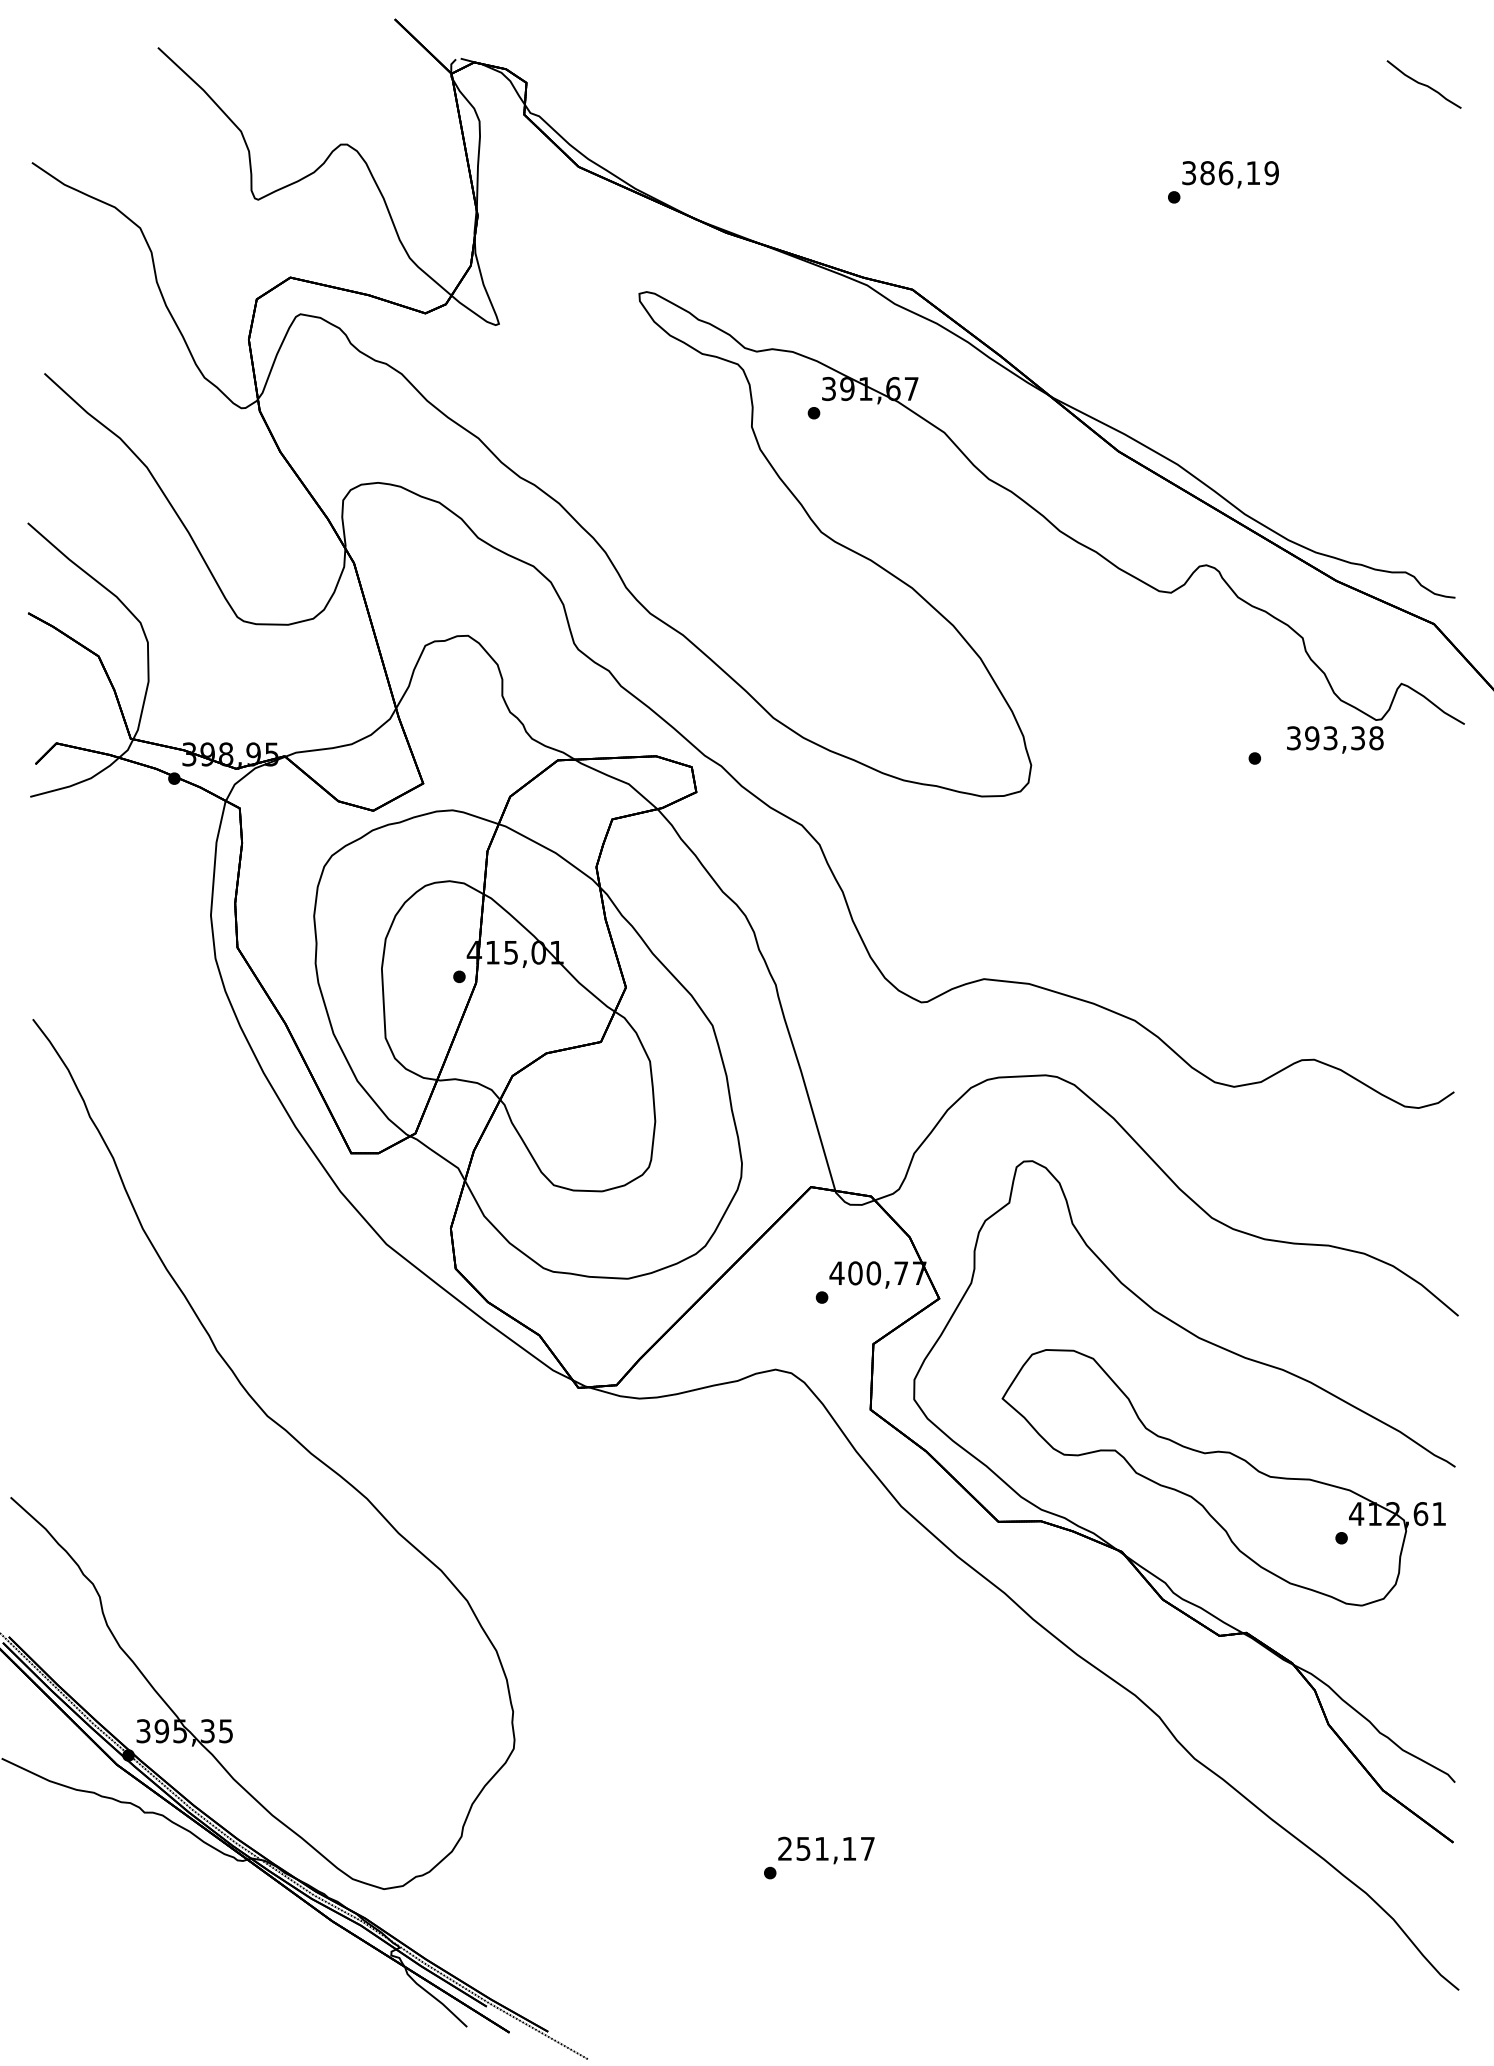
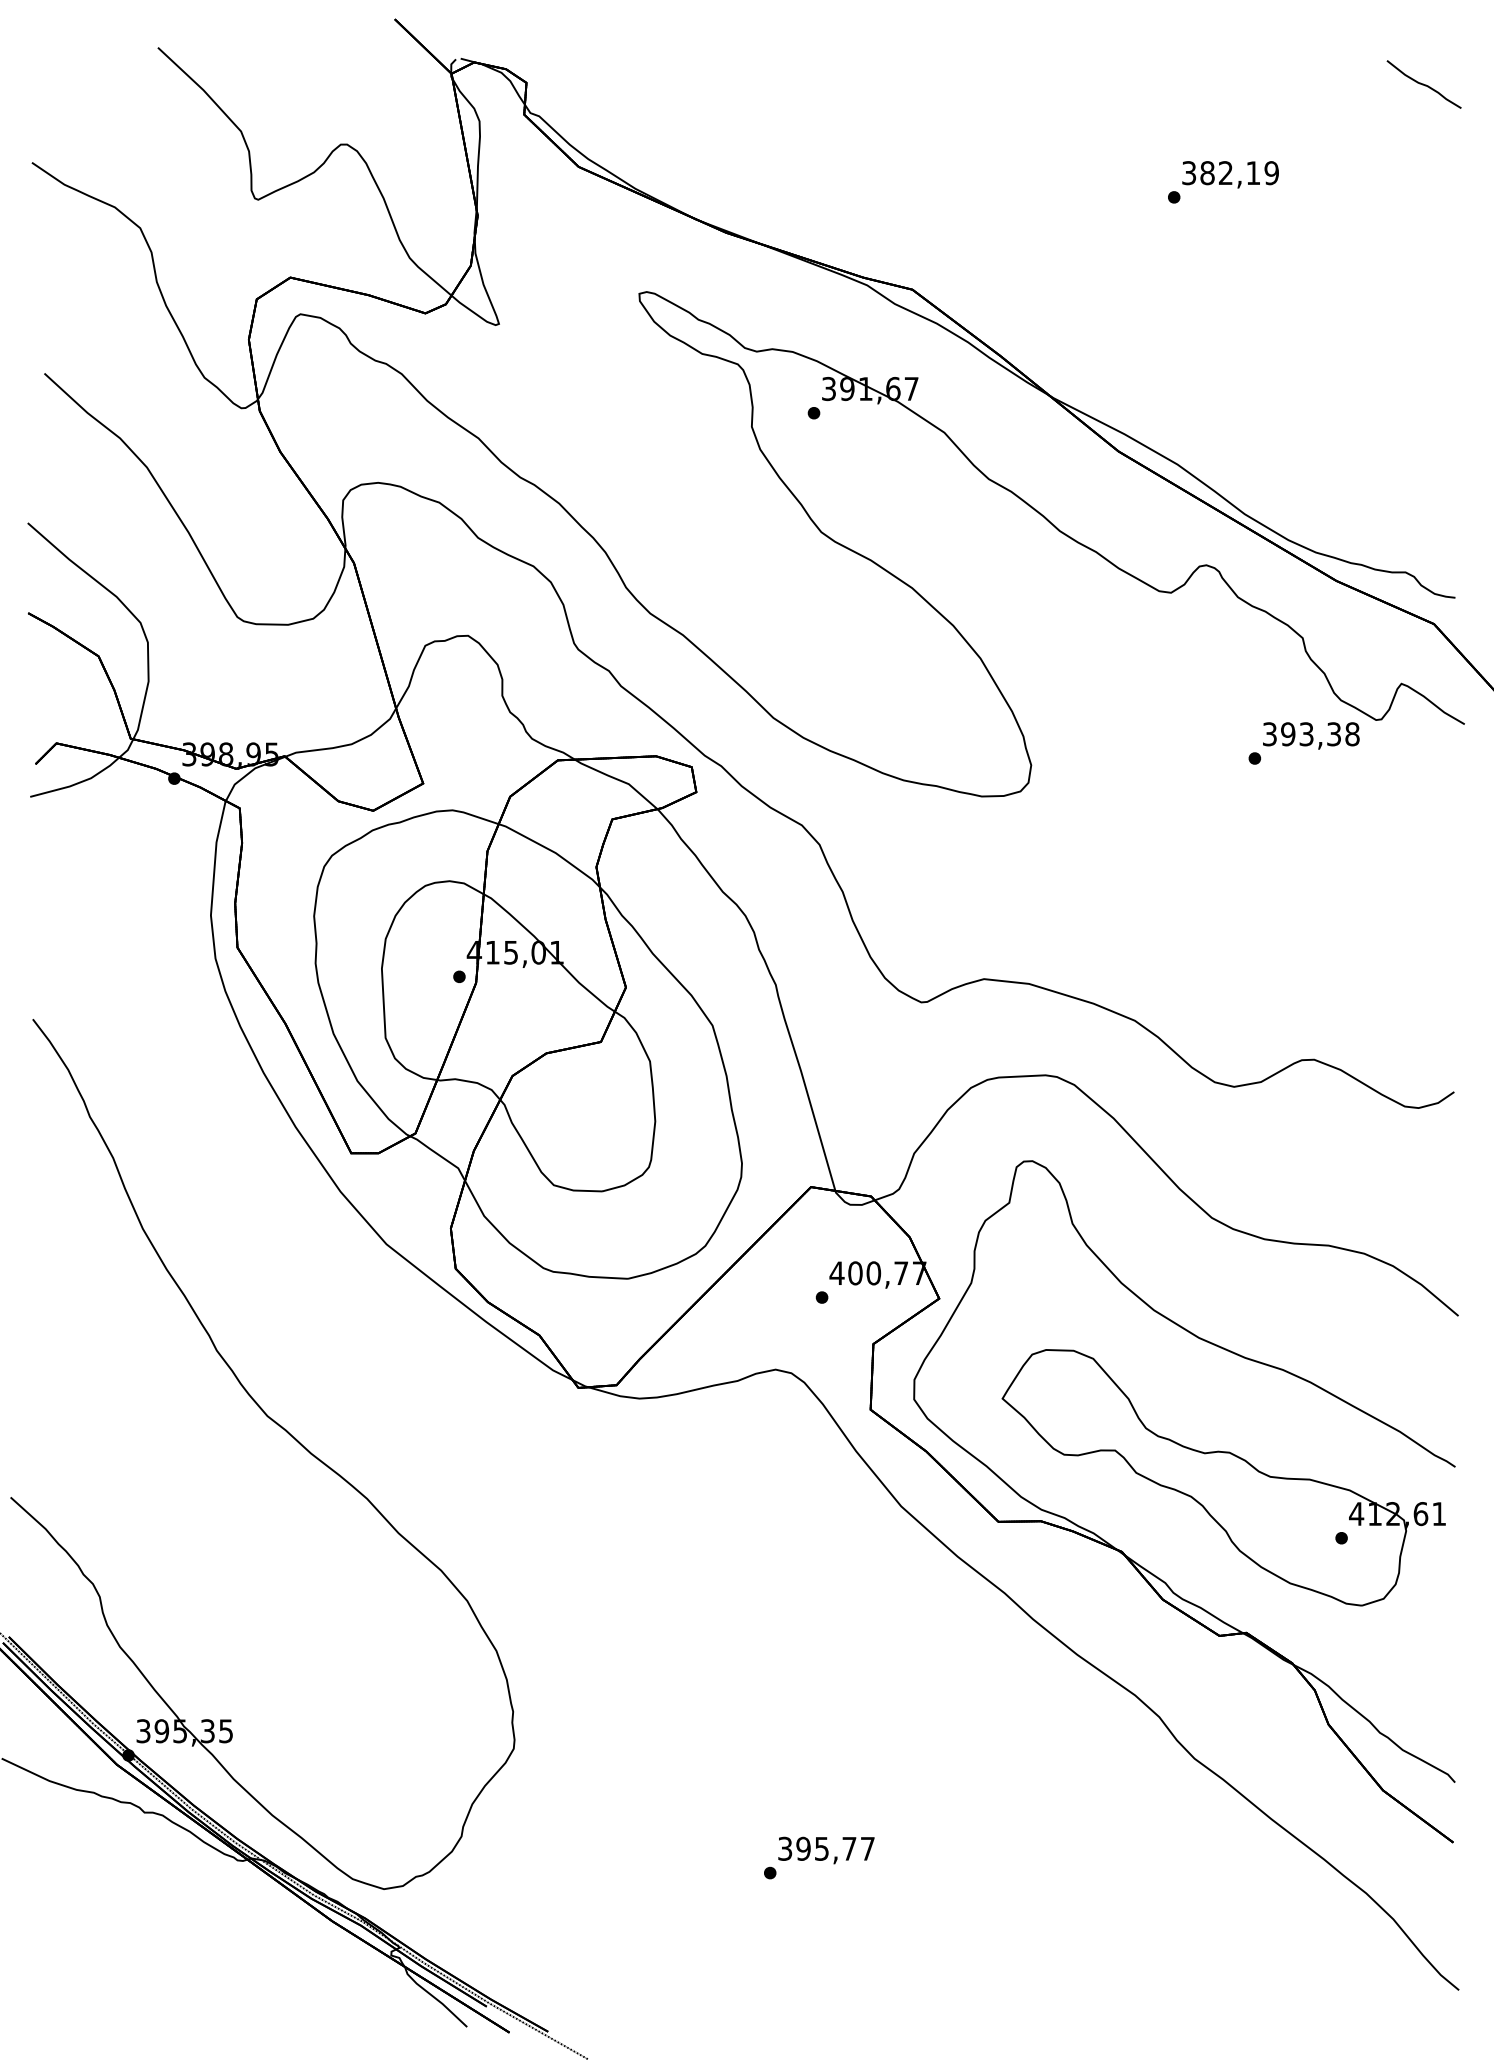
text at (1225, 173): 386,19 -> 382,19
text at (1335, 739) position: (1335, 739) -> (1311, 735)
text at (817, 1848): 251,17 -> 395,77
